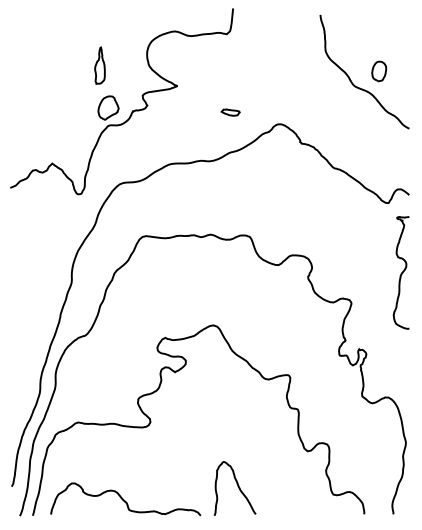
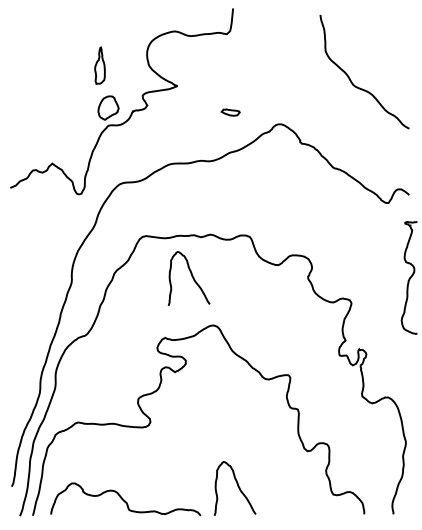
part at (379, 71): present -> none
curve at (401, 272) position: (401, 272) -> (409, 277)
curve at (191, 276): none -> present
